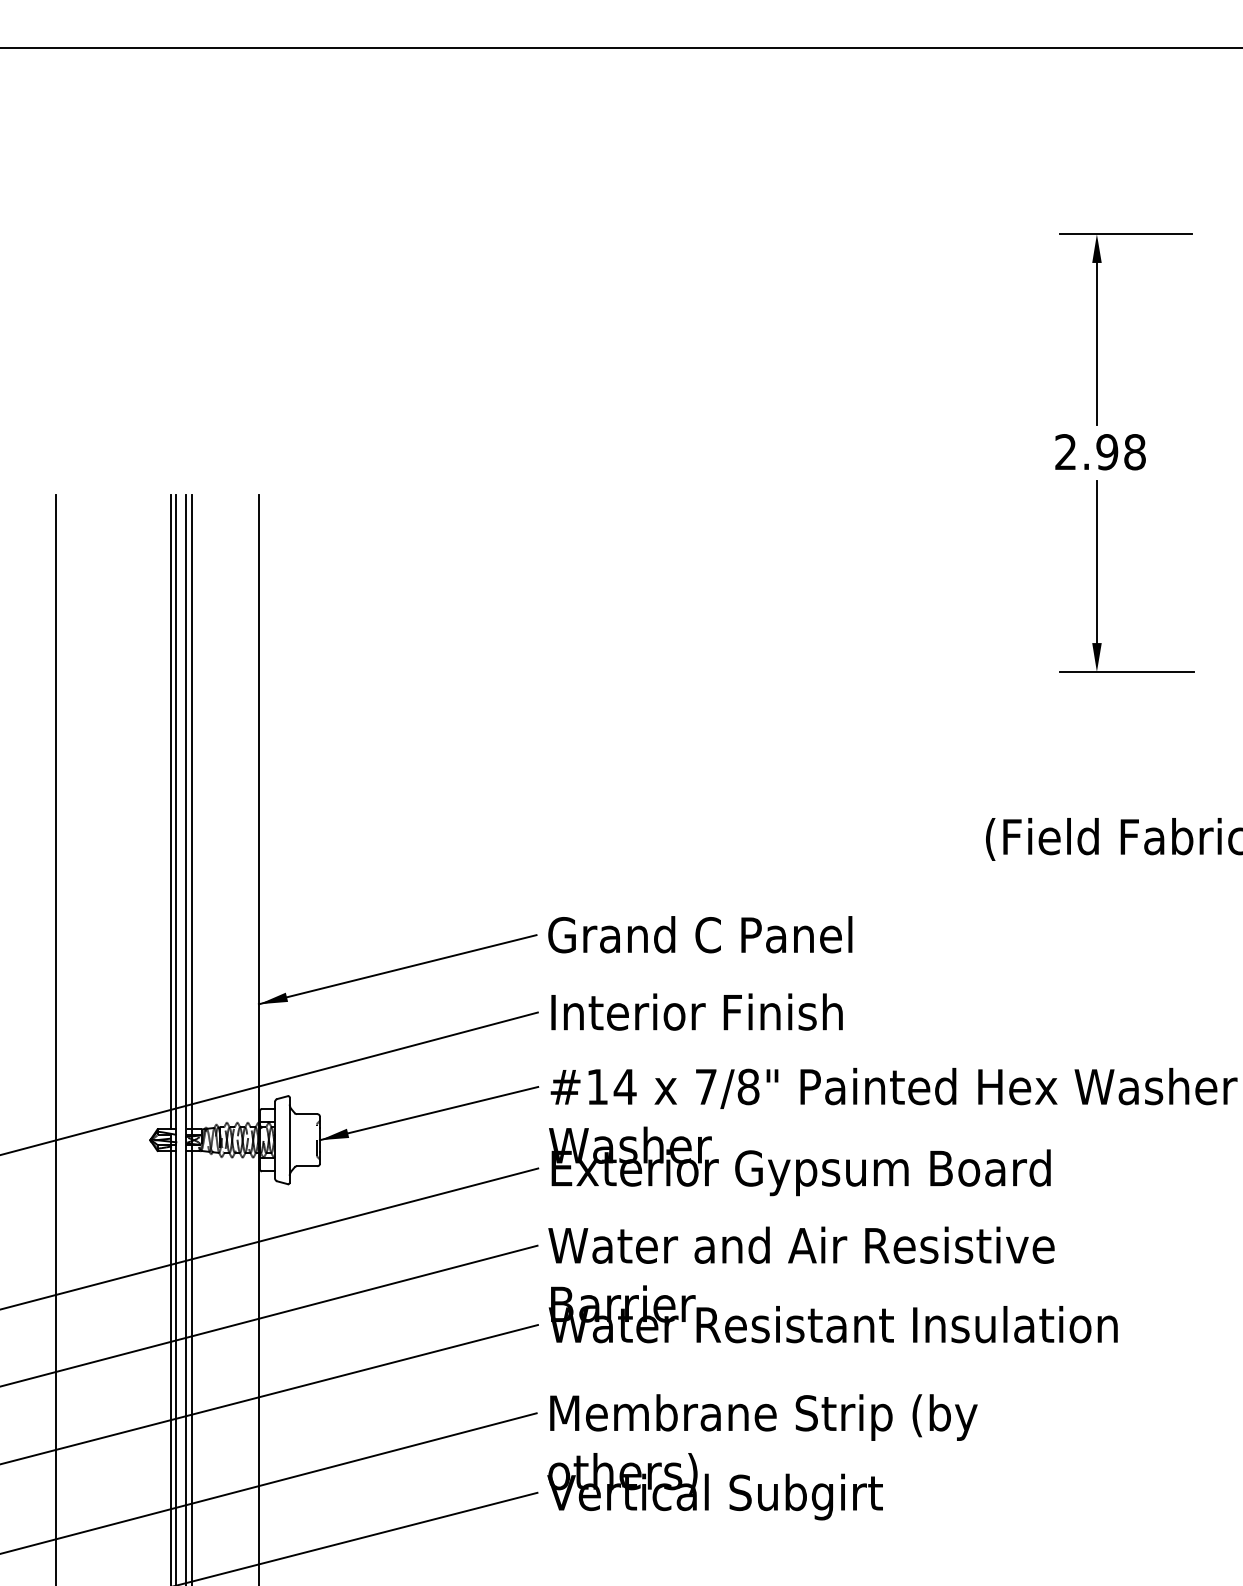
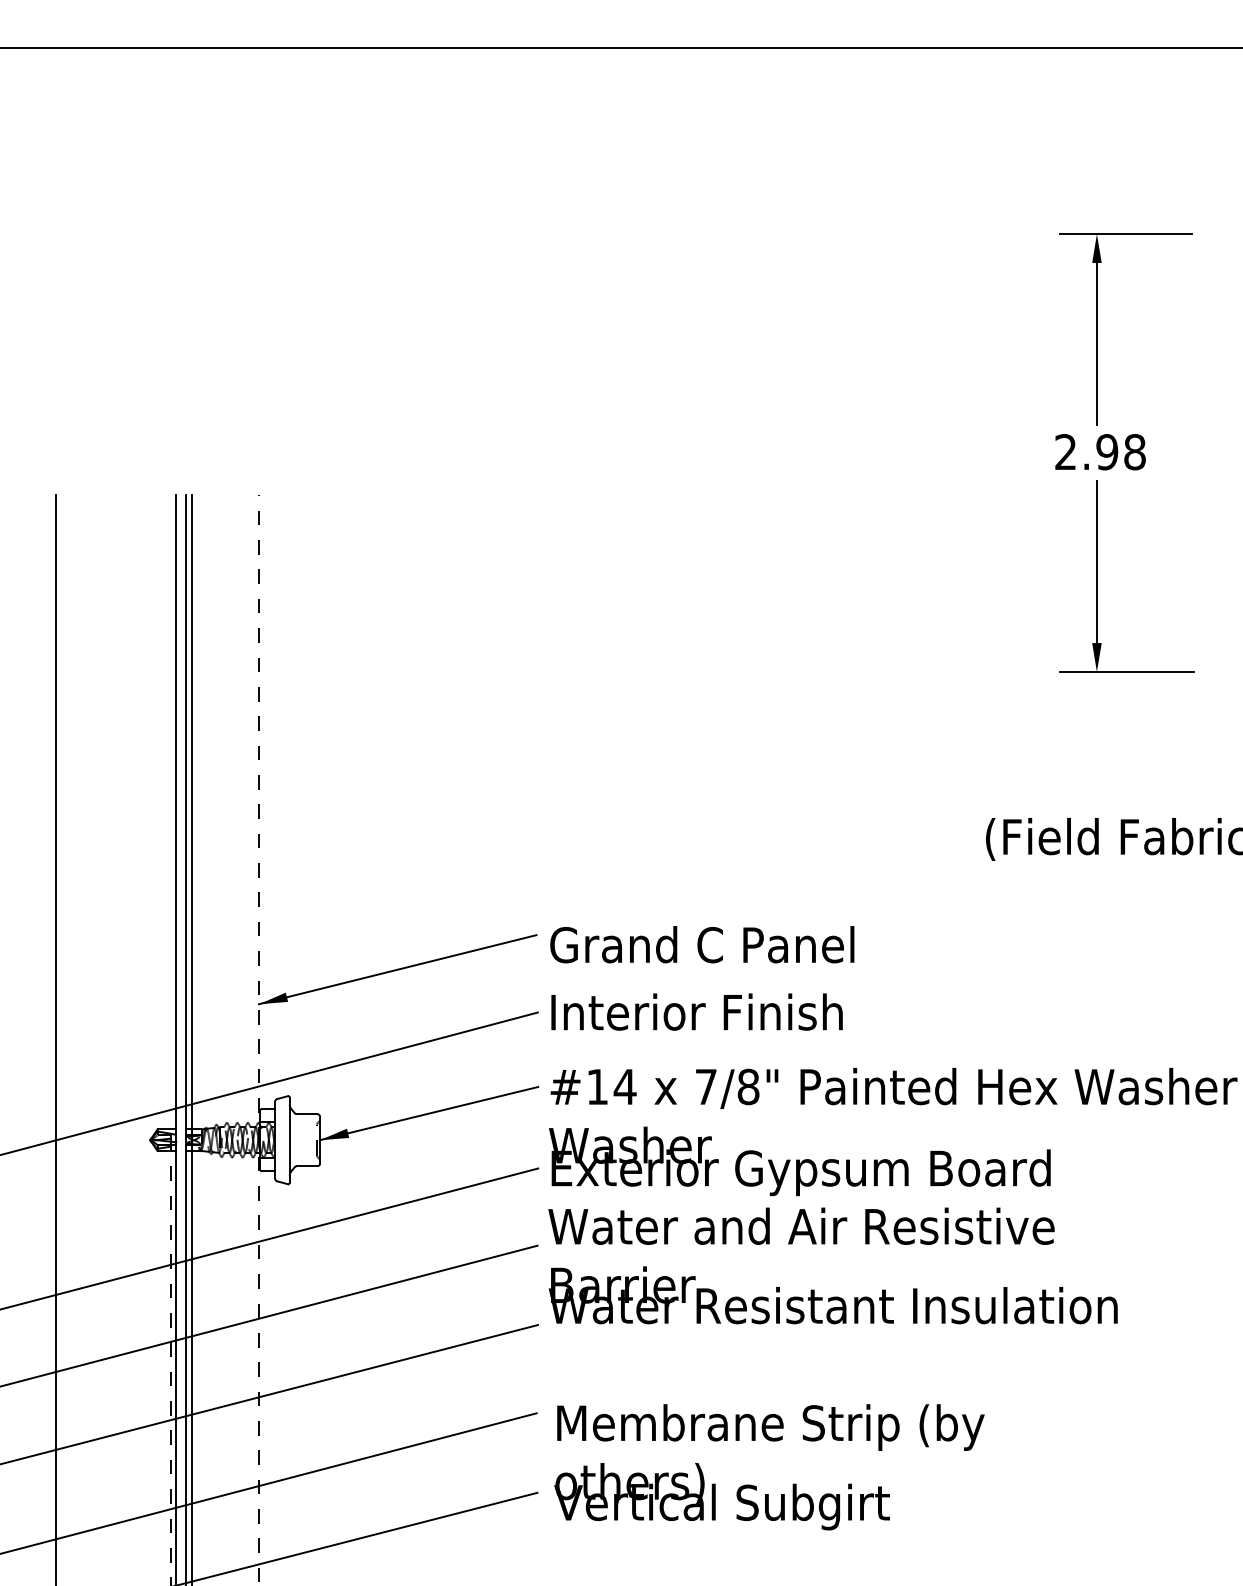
line at (171, 811): present -> none
text at (700, 934) position: (700, 934) -> (702, 944)
line at (258, 1039): solid -> dashed
text at (832, 1284) position: (832, 1284) -> (832, 1265)
line at (171, 1367): solid -> dashed
text at (762, 1457) position: (762, 1457) -> (769, 1467)
